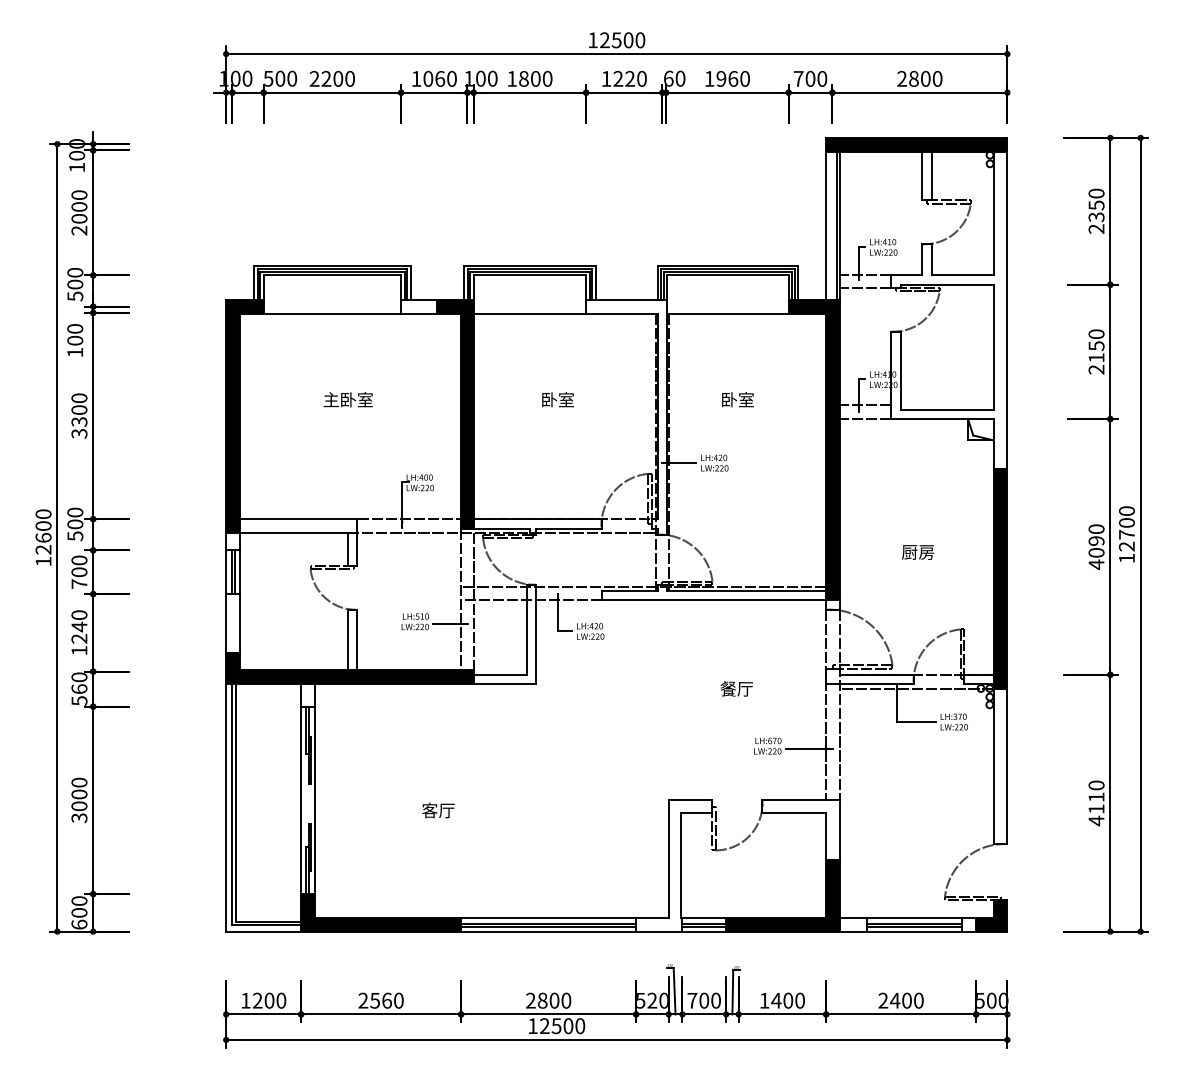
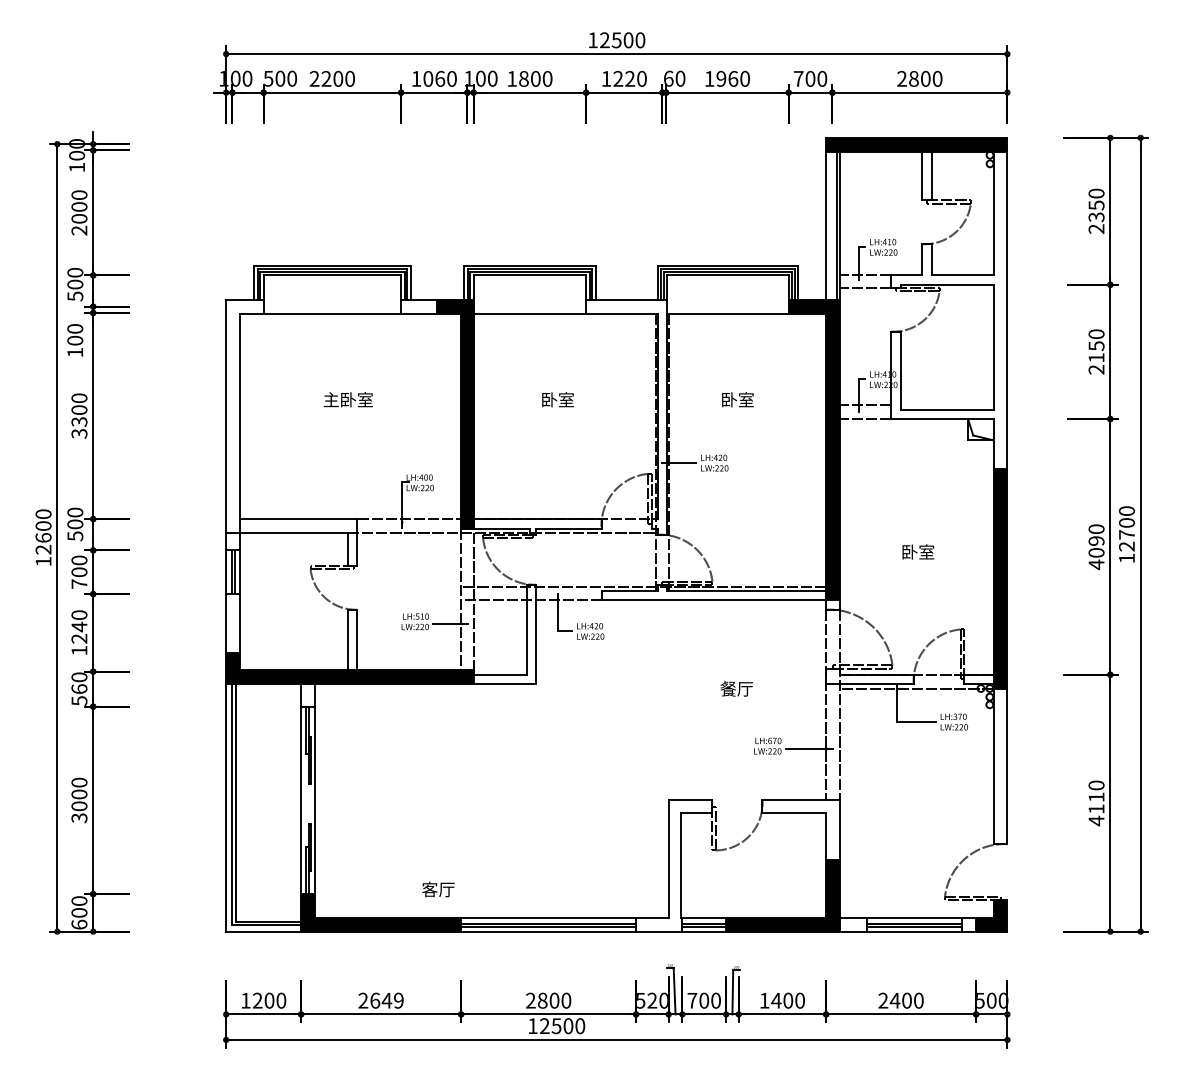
fill at (244, 416): present -> none
text at (918, 551): 厨房 -> 卧室
text at (438, 810) position: (438, 810) -> (438, 889)
text at (386, 1000): 2560 -> 2649
